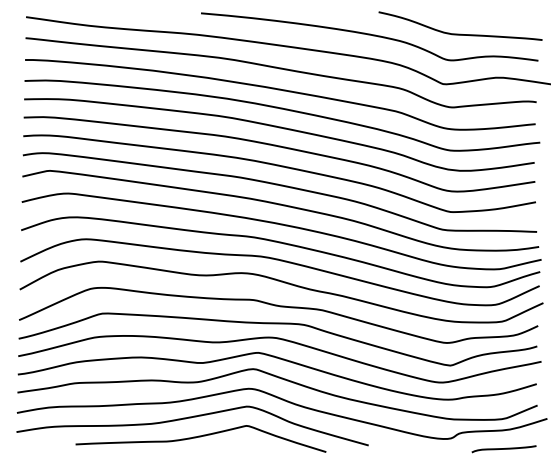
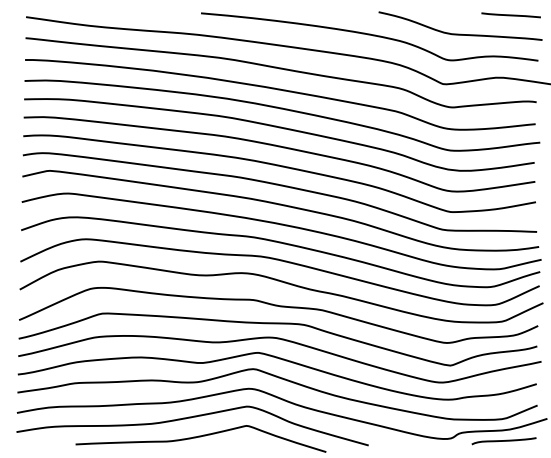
line at (510, 15): none -> present
curve at (503, 449) position: (503, 449) -> (503, 441)
